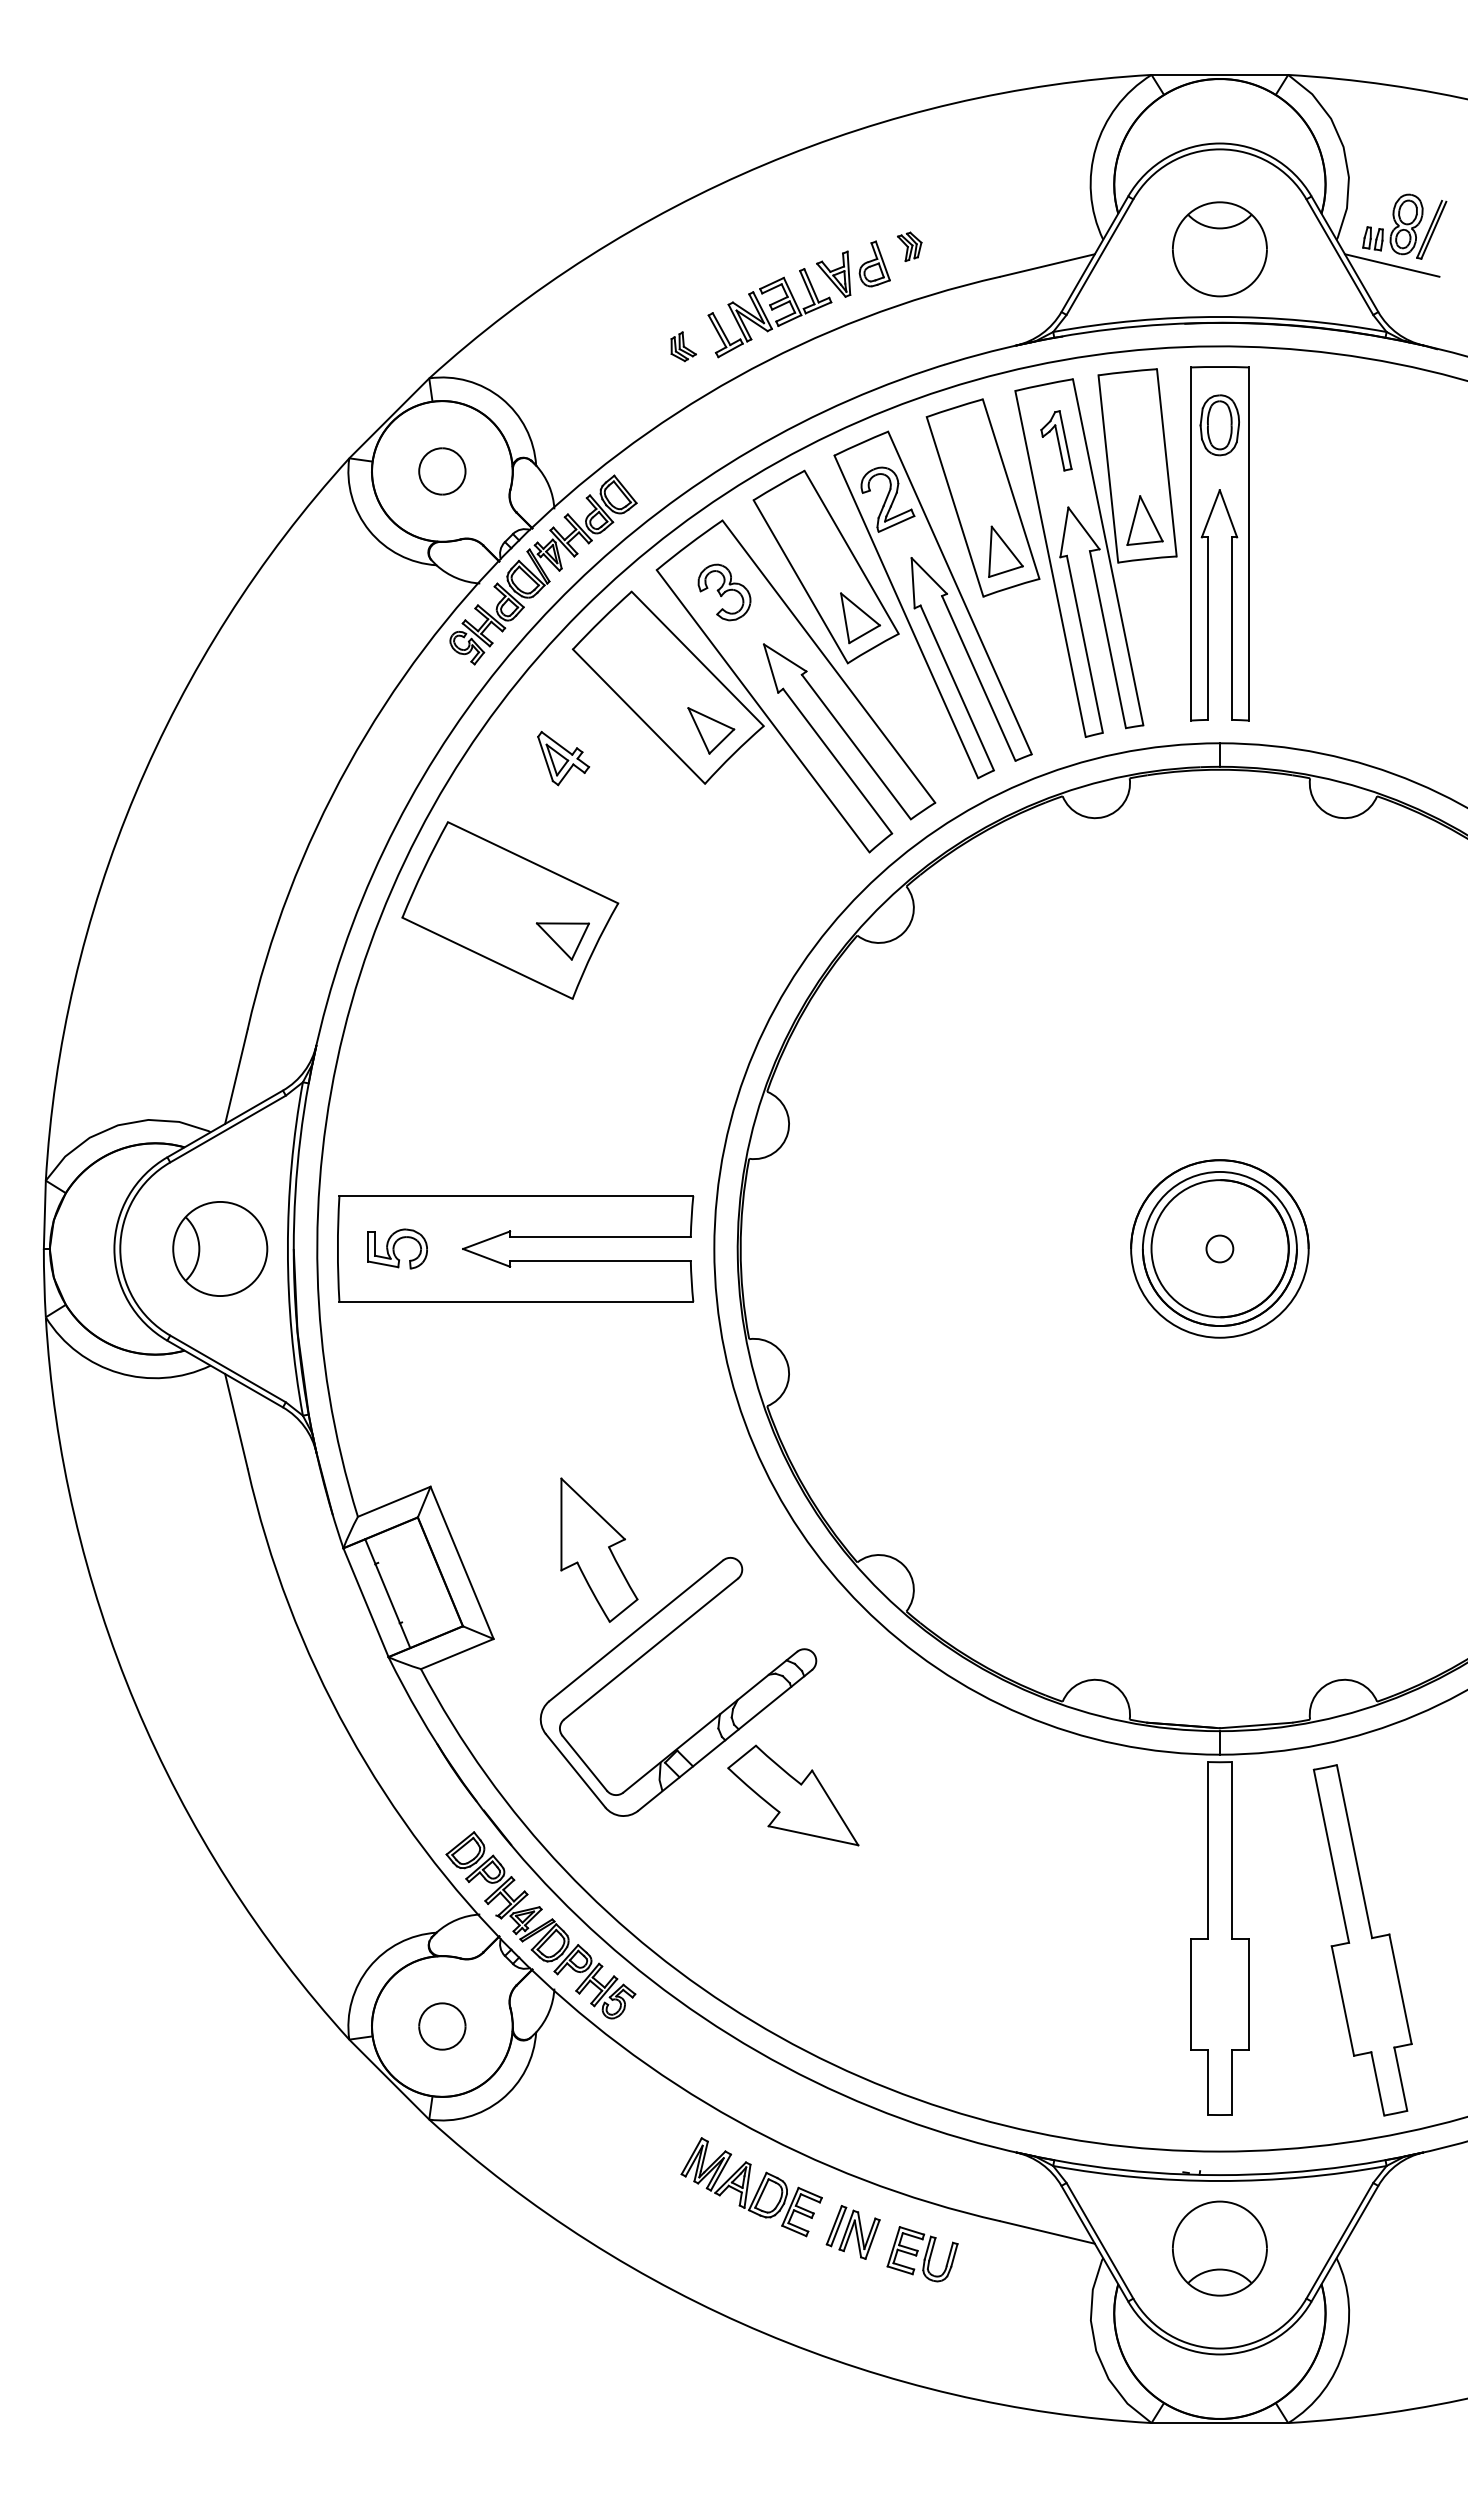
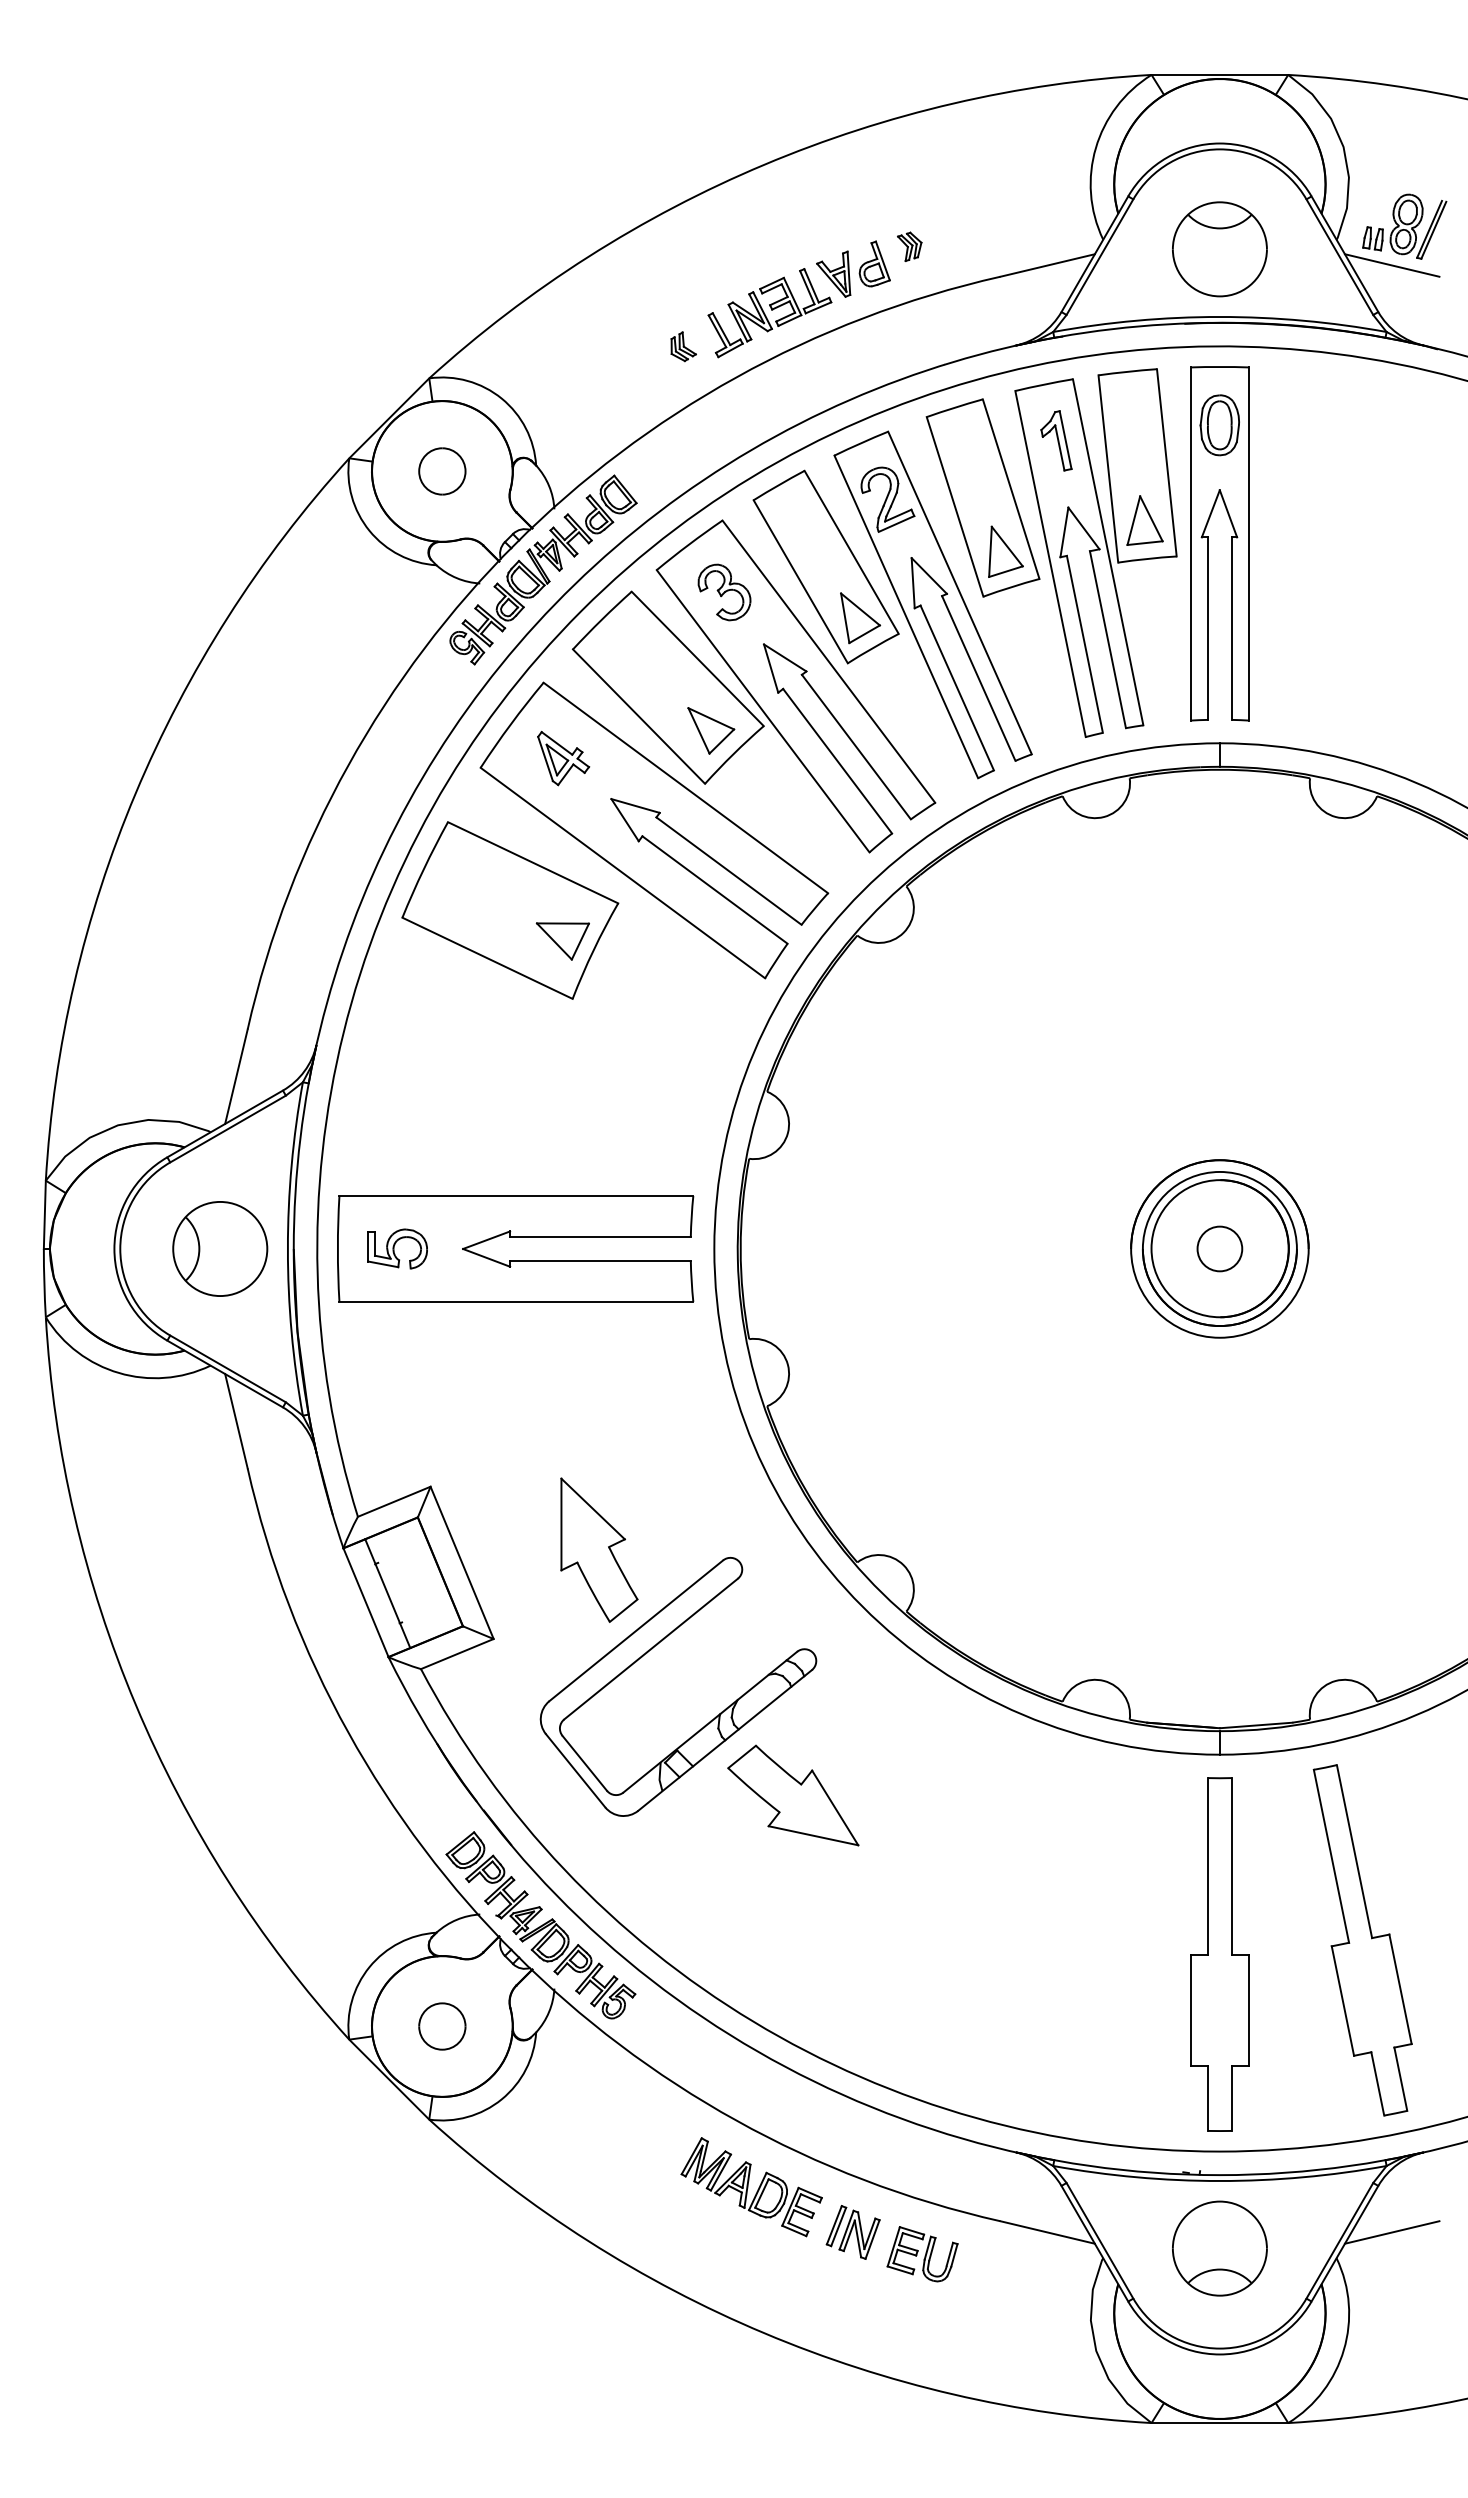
part at (661, 822): none -> present
circle at (1219, 1248) diameter: 27 px -> 45 px
part at (1219, 1938) position: (1219, 1938) -> (1219, 1954)
line at (1391, 2232): none -> present
